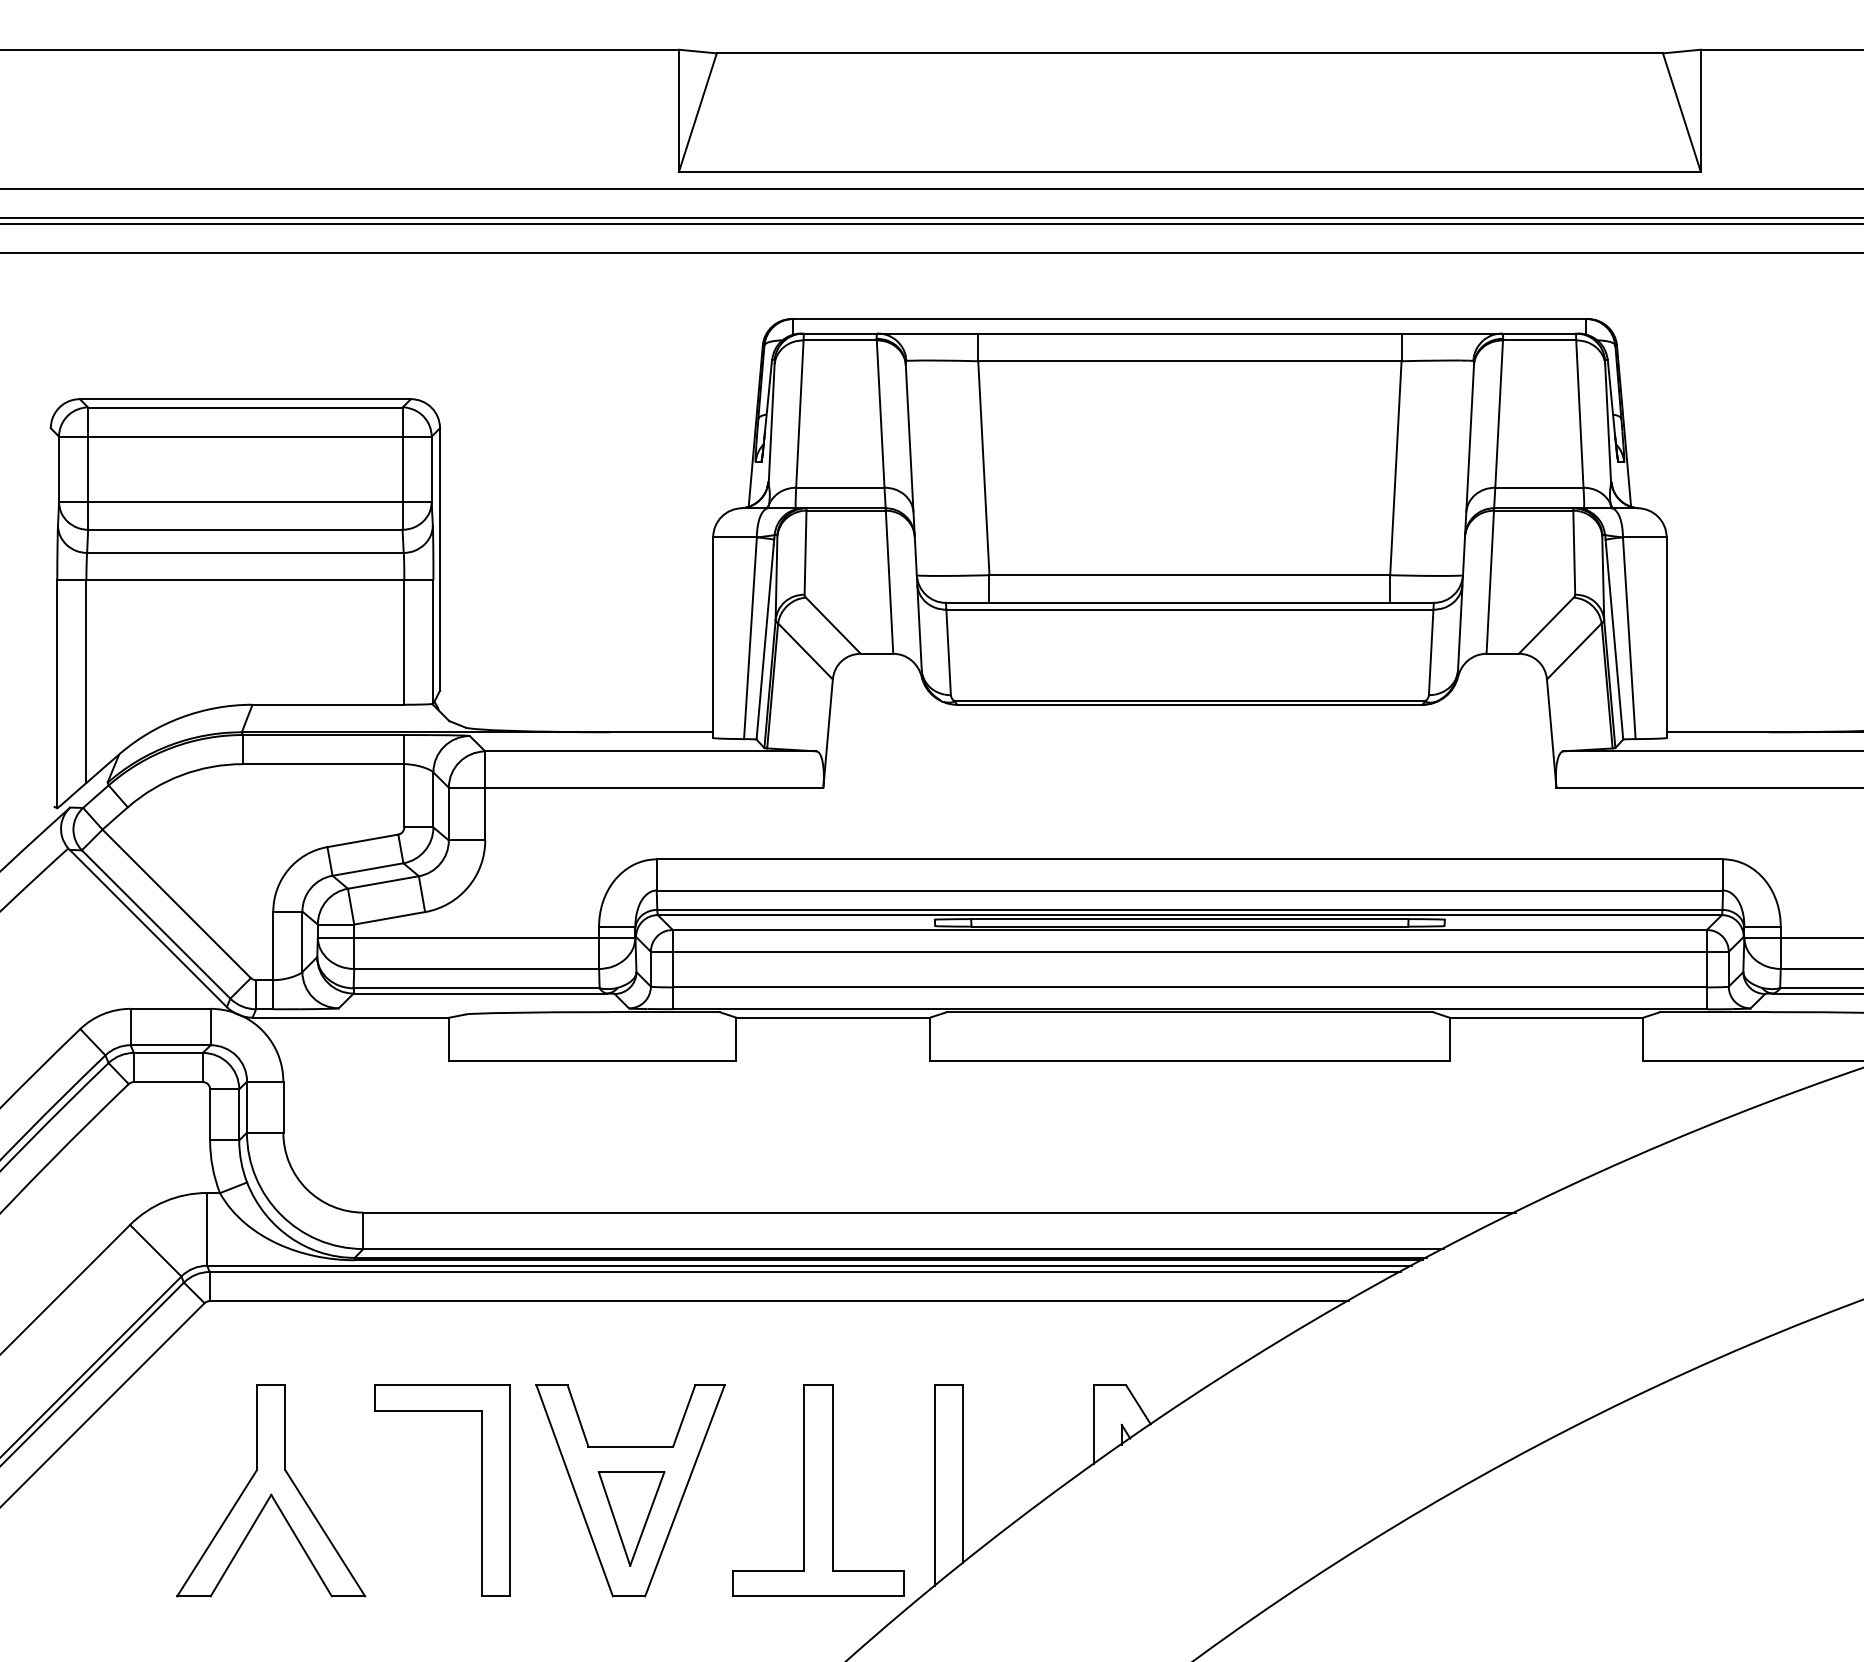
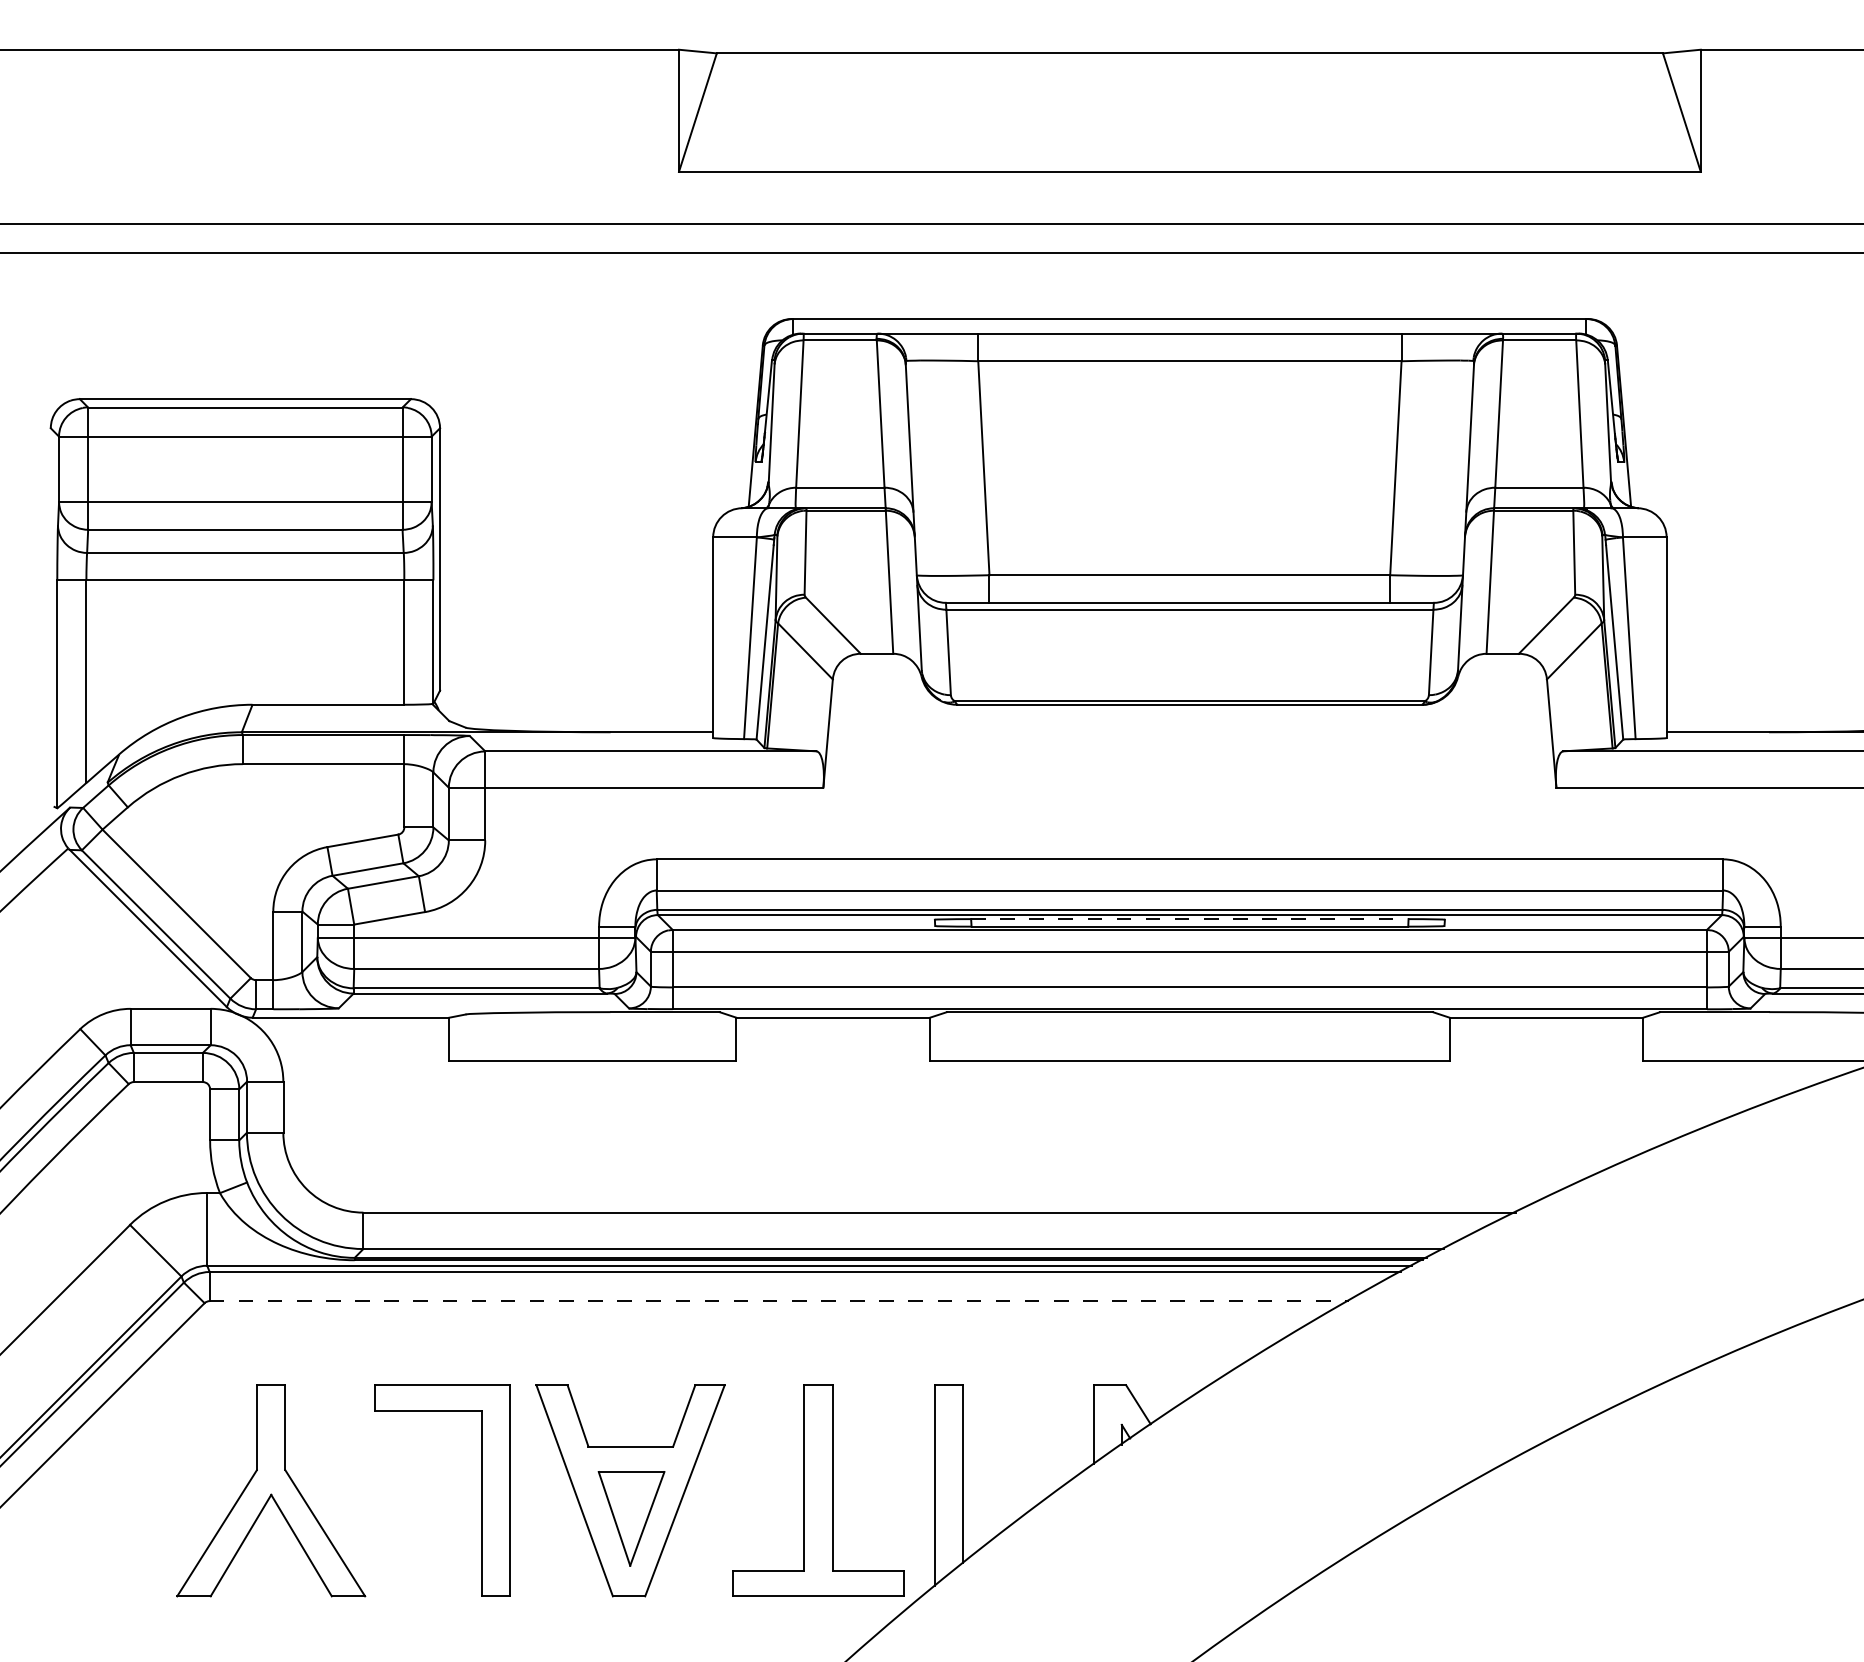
line at (931, 189): present -> none
line at (931, 218): present -> none
line at (1189, 919): solid -> dashed
line at (779, 1301): solid -> dashed
